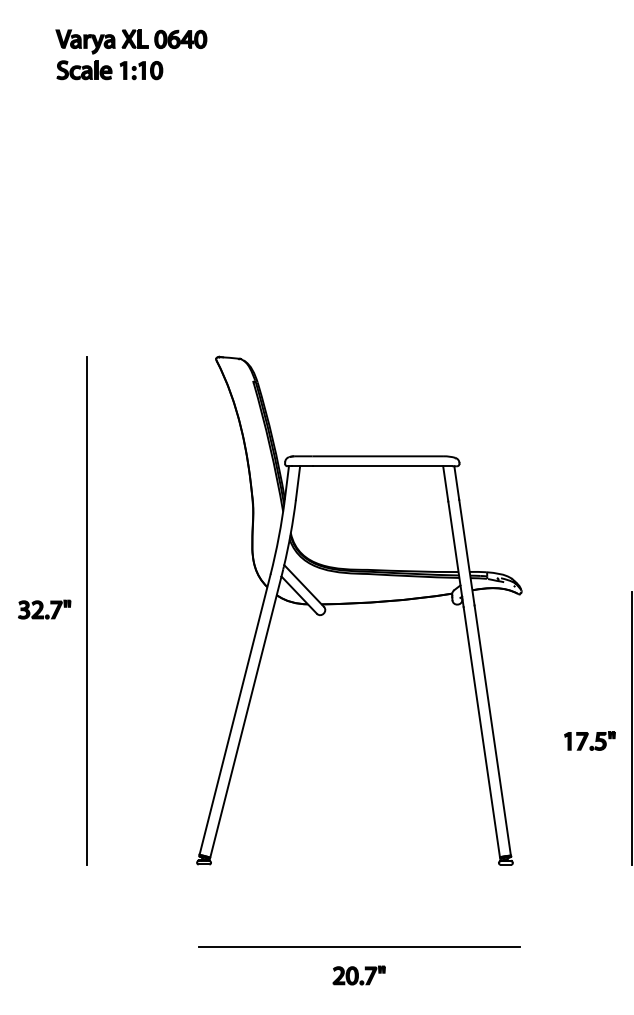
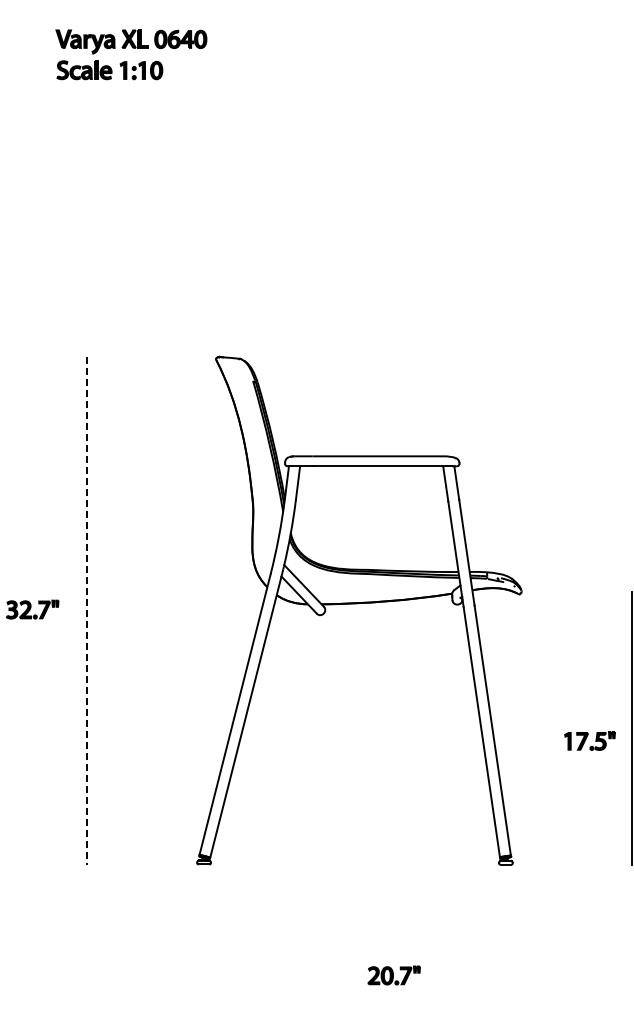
part at (44, 609) position: (44, 609) -> (32, 609)
line at (87, 610): solid -> dashed
line at (358, 947): present -> none
part at (358, 975) position: (358, 975) -> (393, 975)
